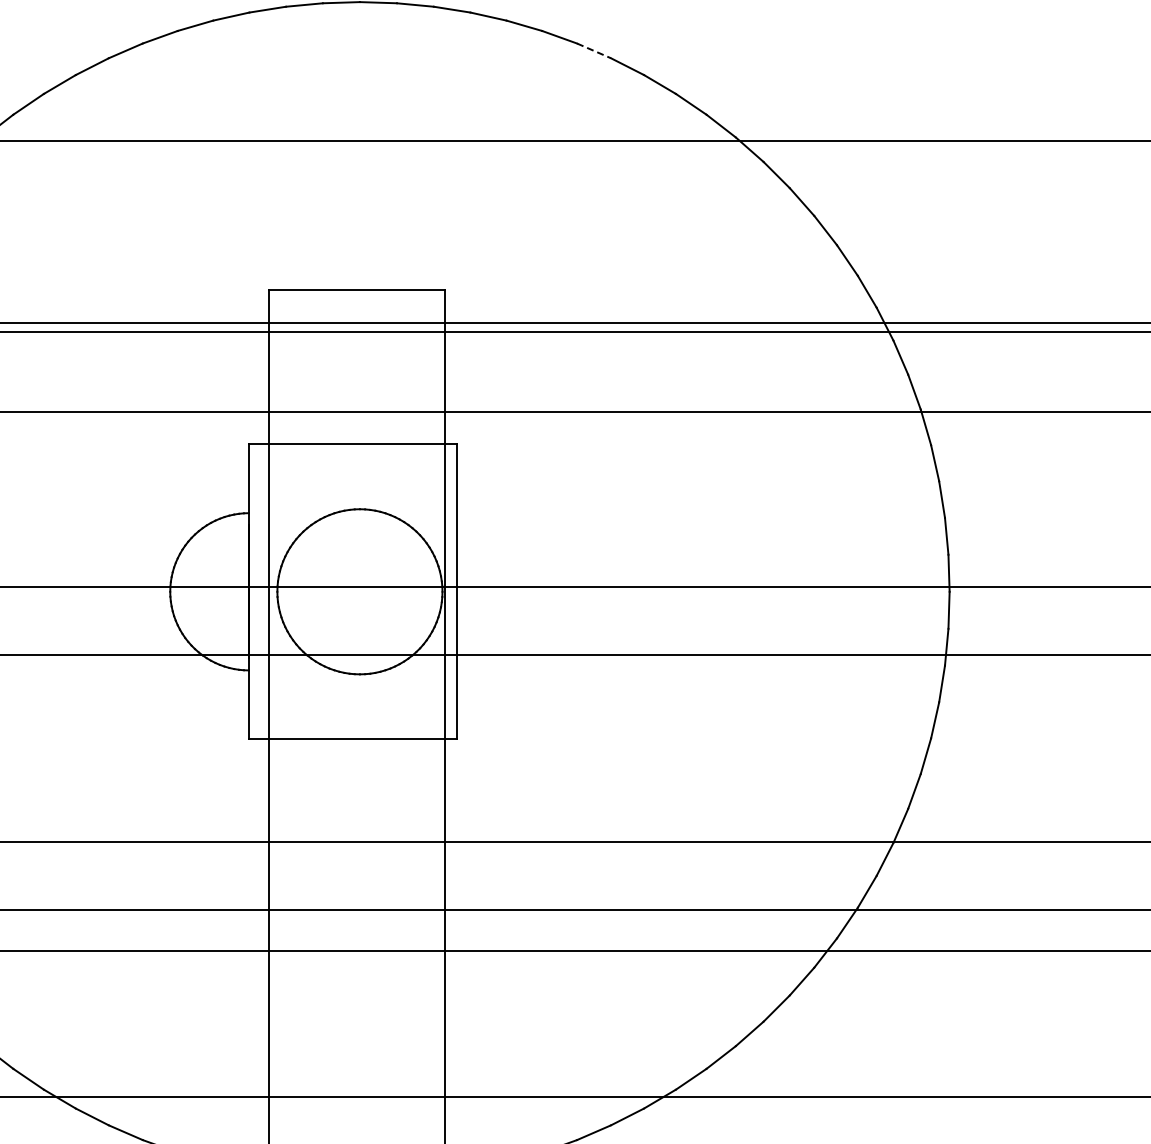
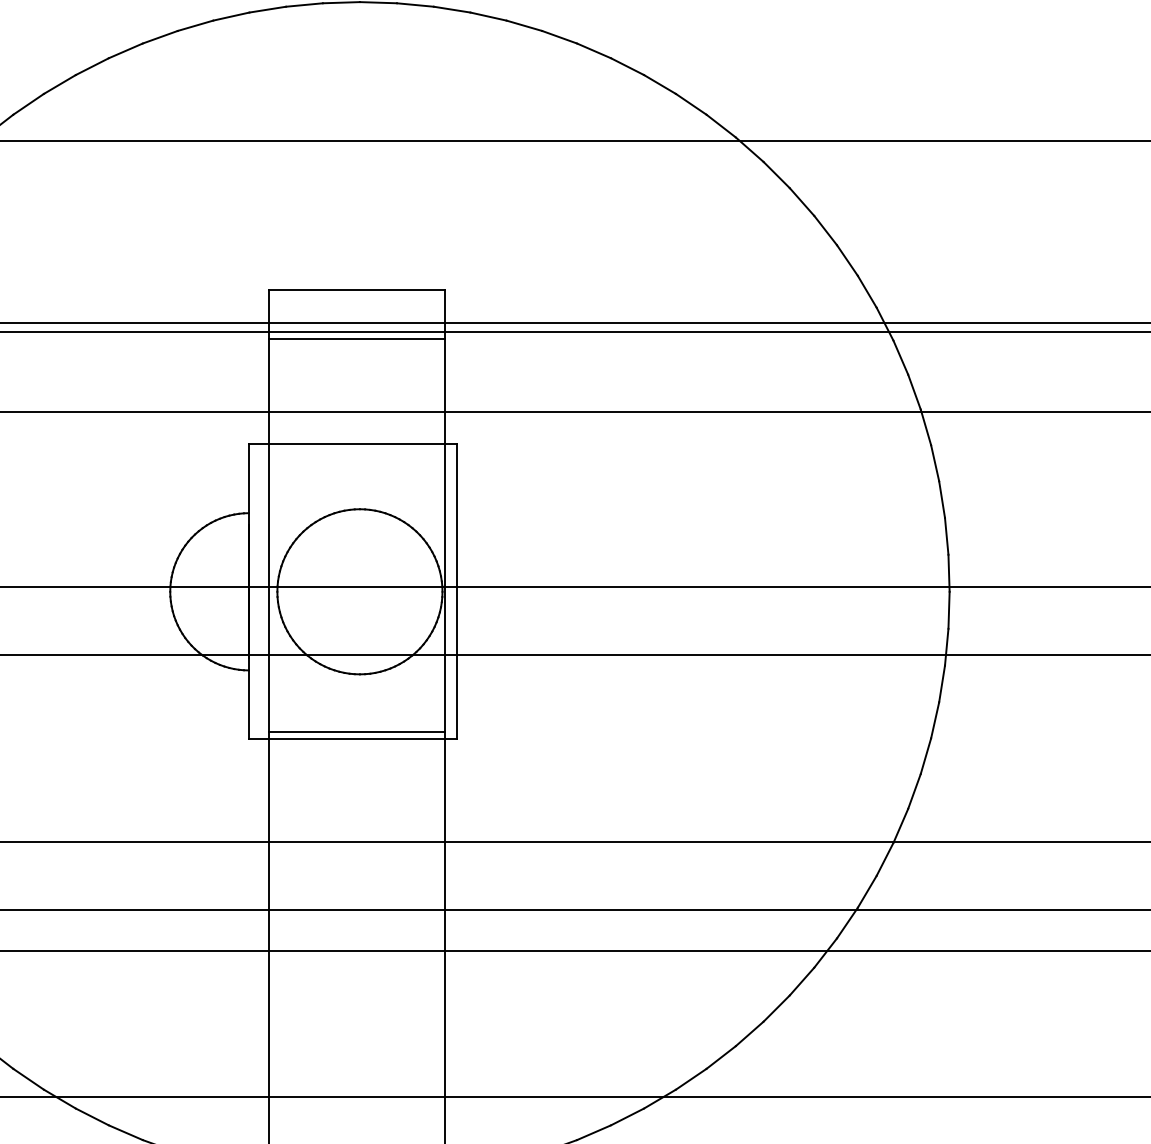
line at (594, 50): dashed -> solid
line at (356, 338): none -> present
line at (356, 731): none -> present
